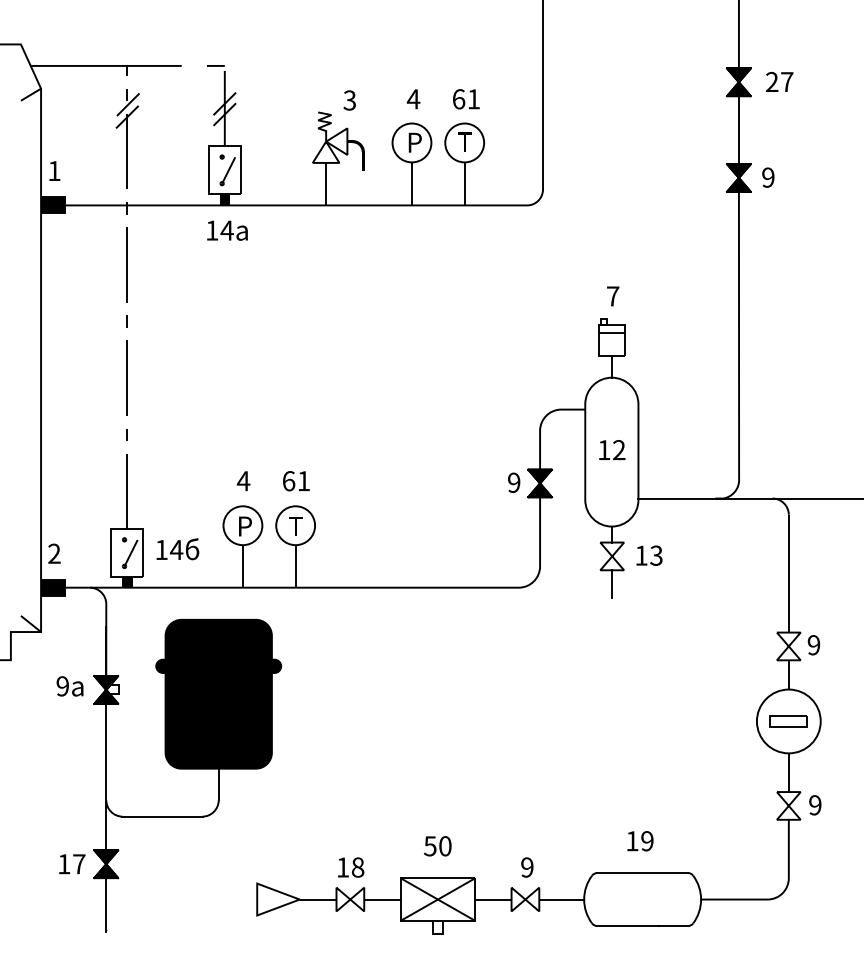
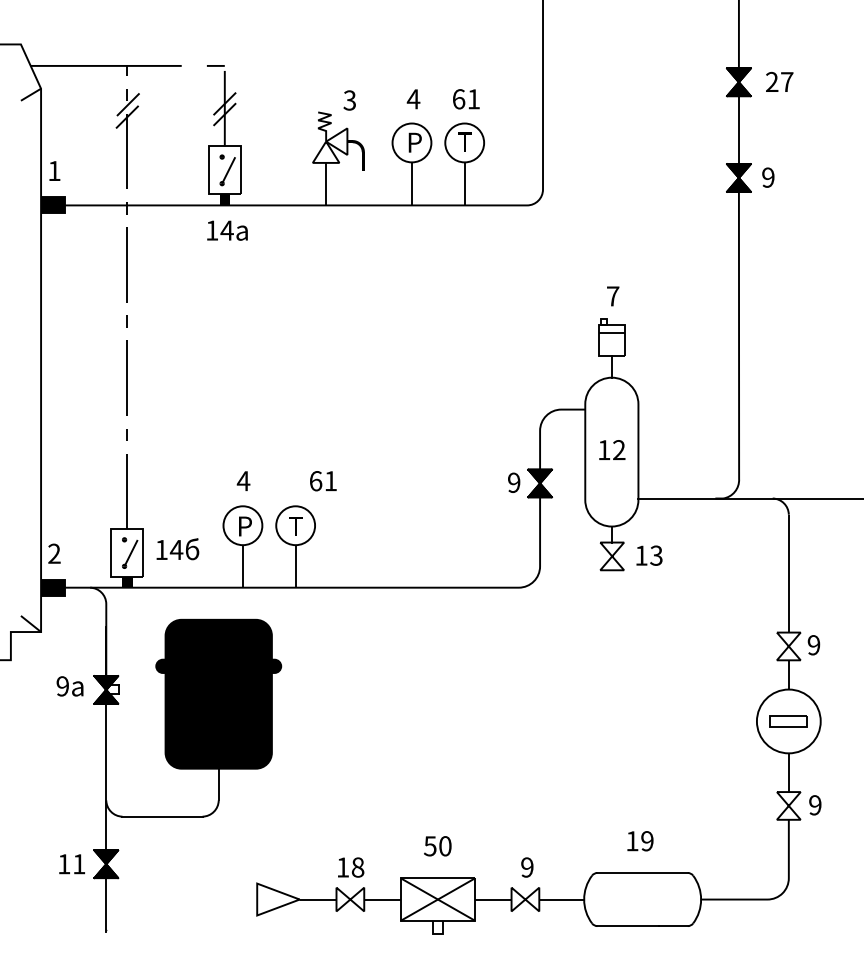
text at (296, 481) position: (296, 481) -> (323, 481)
line at (612, 583): present -> none
text at (79, 864): 17 -> 11
